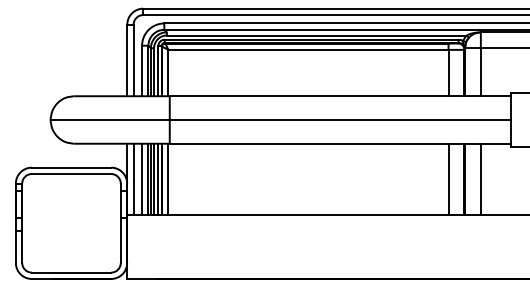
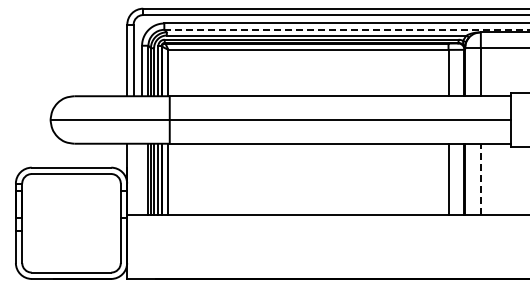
line at (347, 29): solid -> dashed
line at (133, 179): present -> none
line at (142, 179): present -> none
line at (480, 179): solid -> dashed
